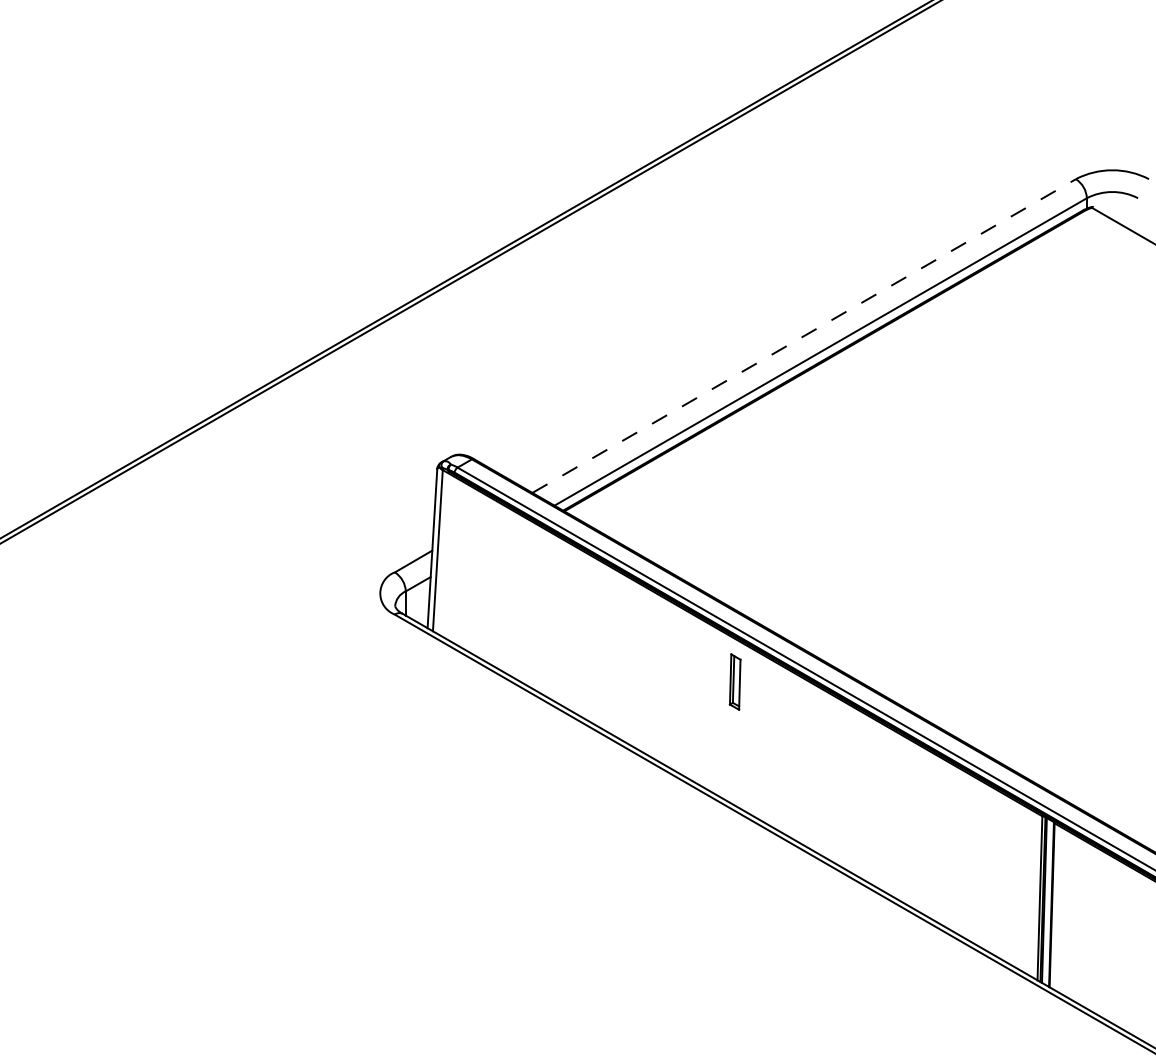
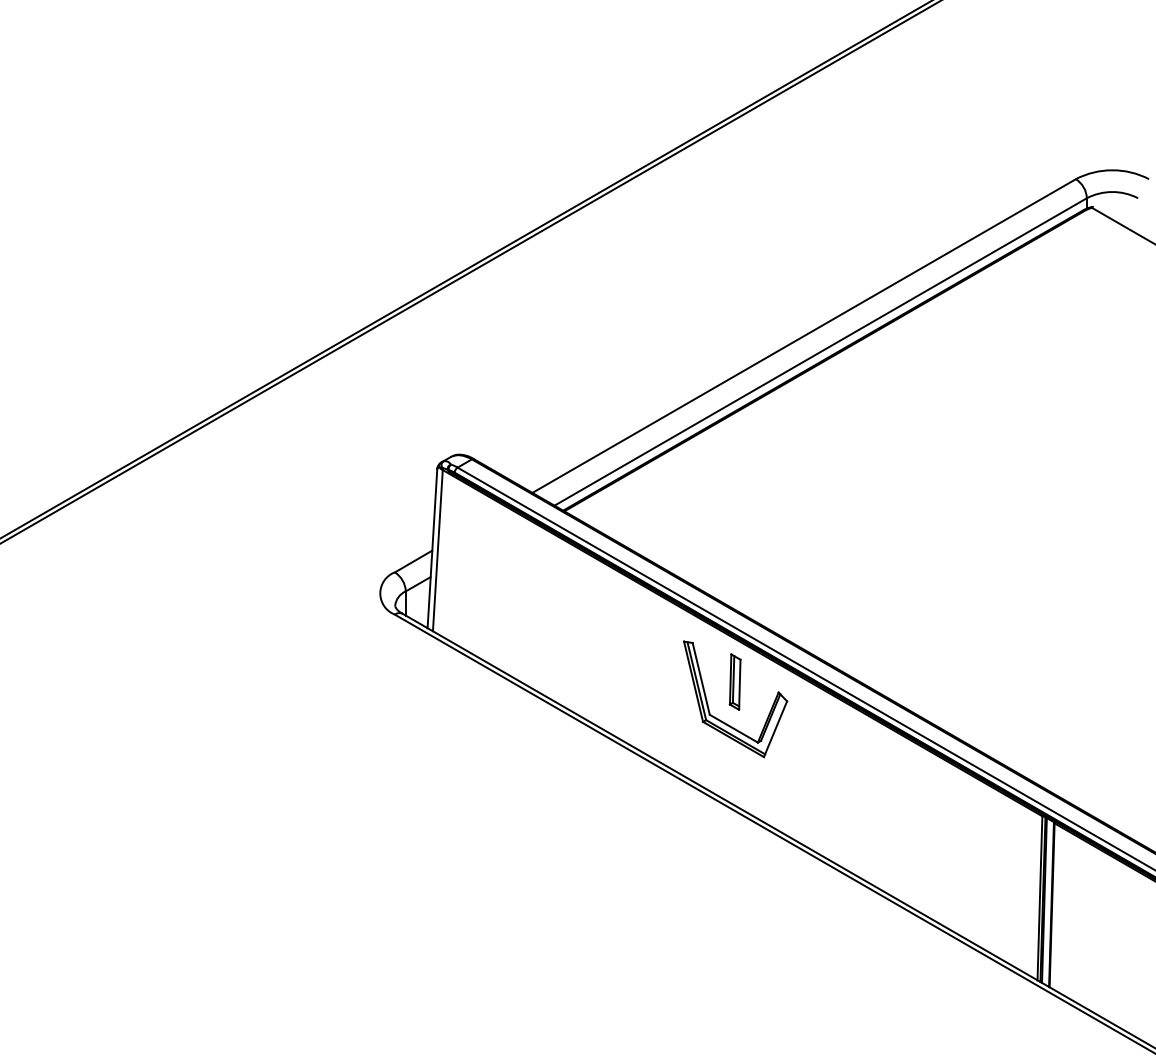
line at (804, 336): dashed -> solid
part at (720, 719): none -> present
